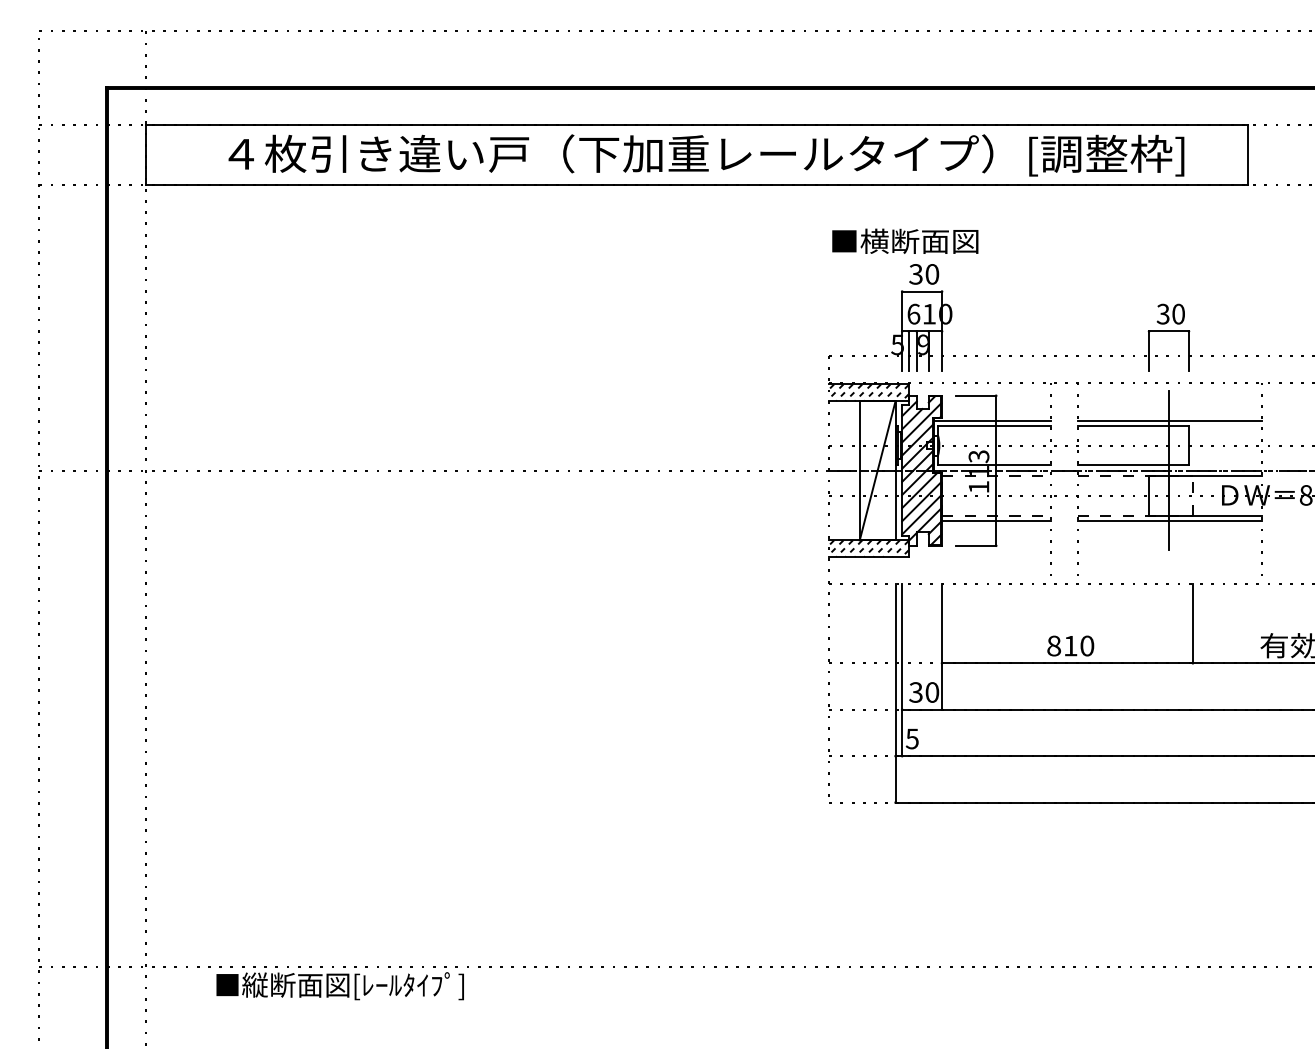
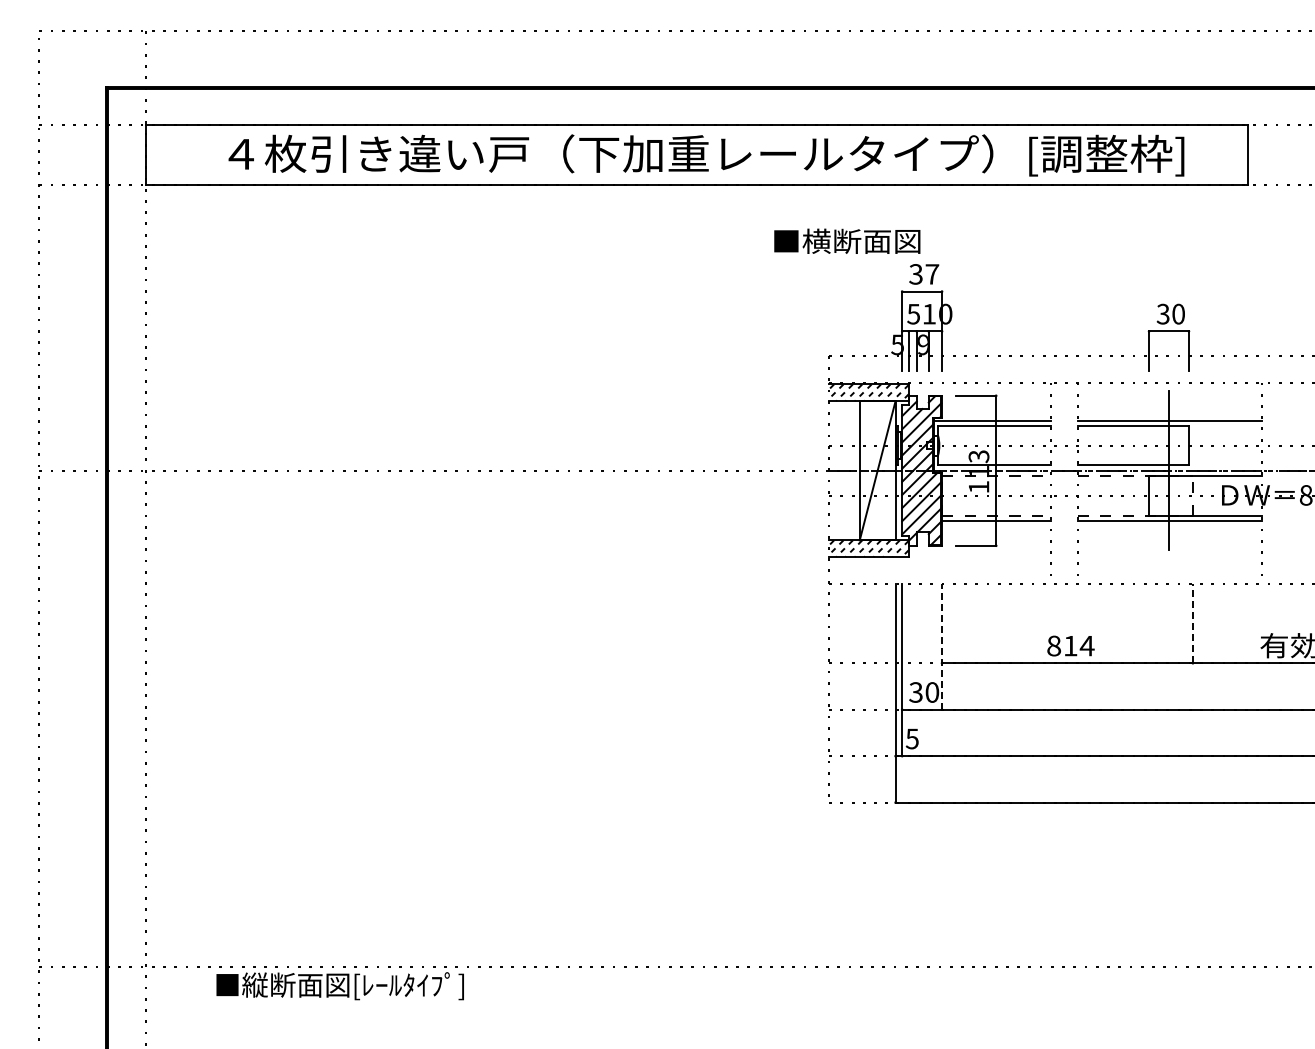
text at (905, 240) position: (905, 240) -> (847, 240)
text at (932, 274): 30 -> 37
text at (913, 313): 6 -> 5
line at (1192, 623): solid -> dashed
text at (1086, 645): 810 -> 814
line at (942, 646): solid -> dashed
